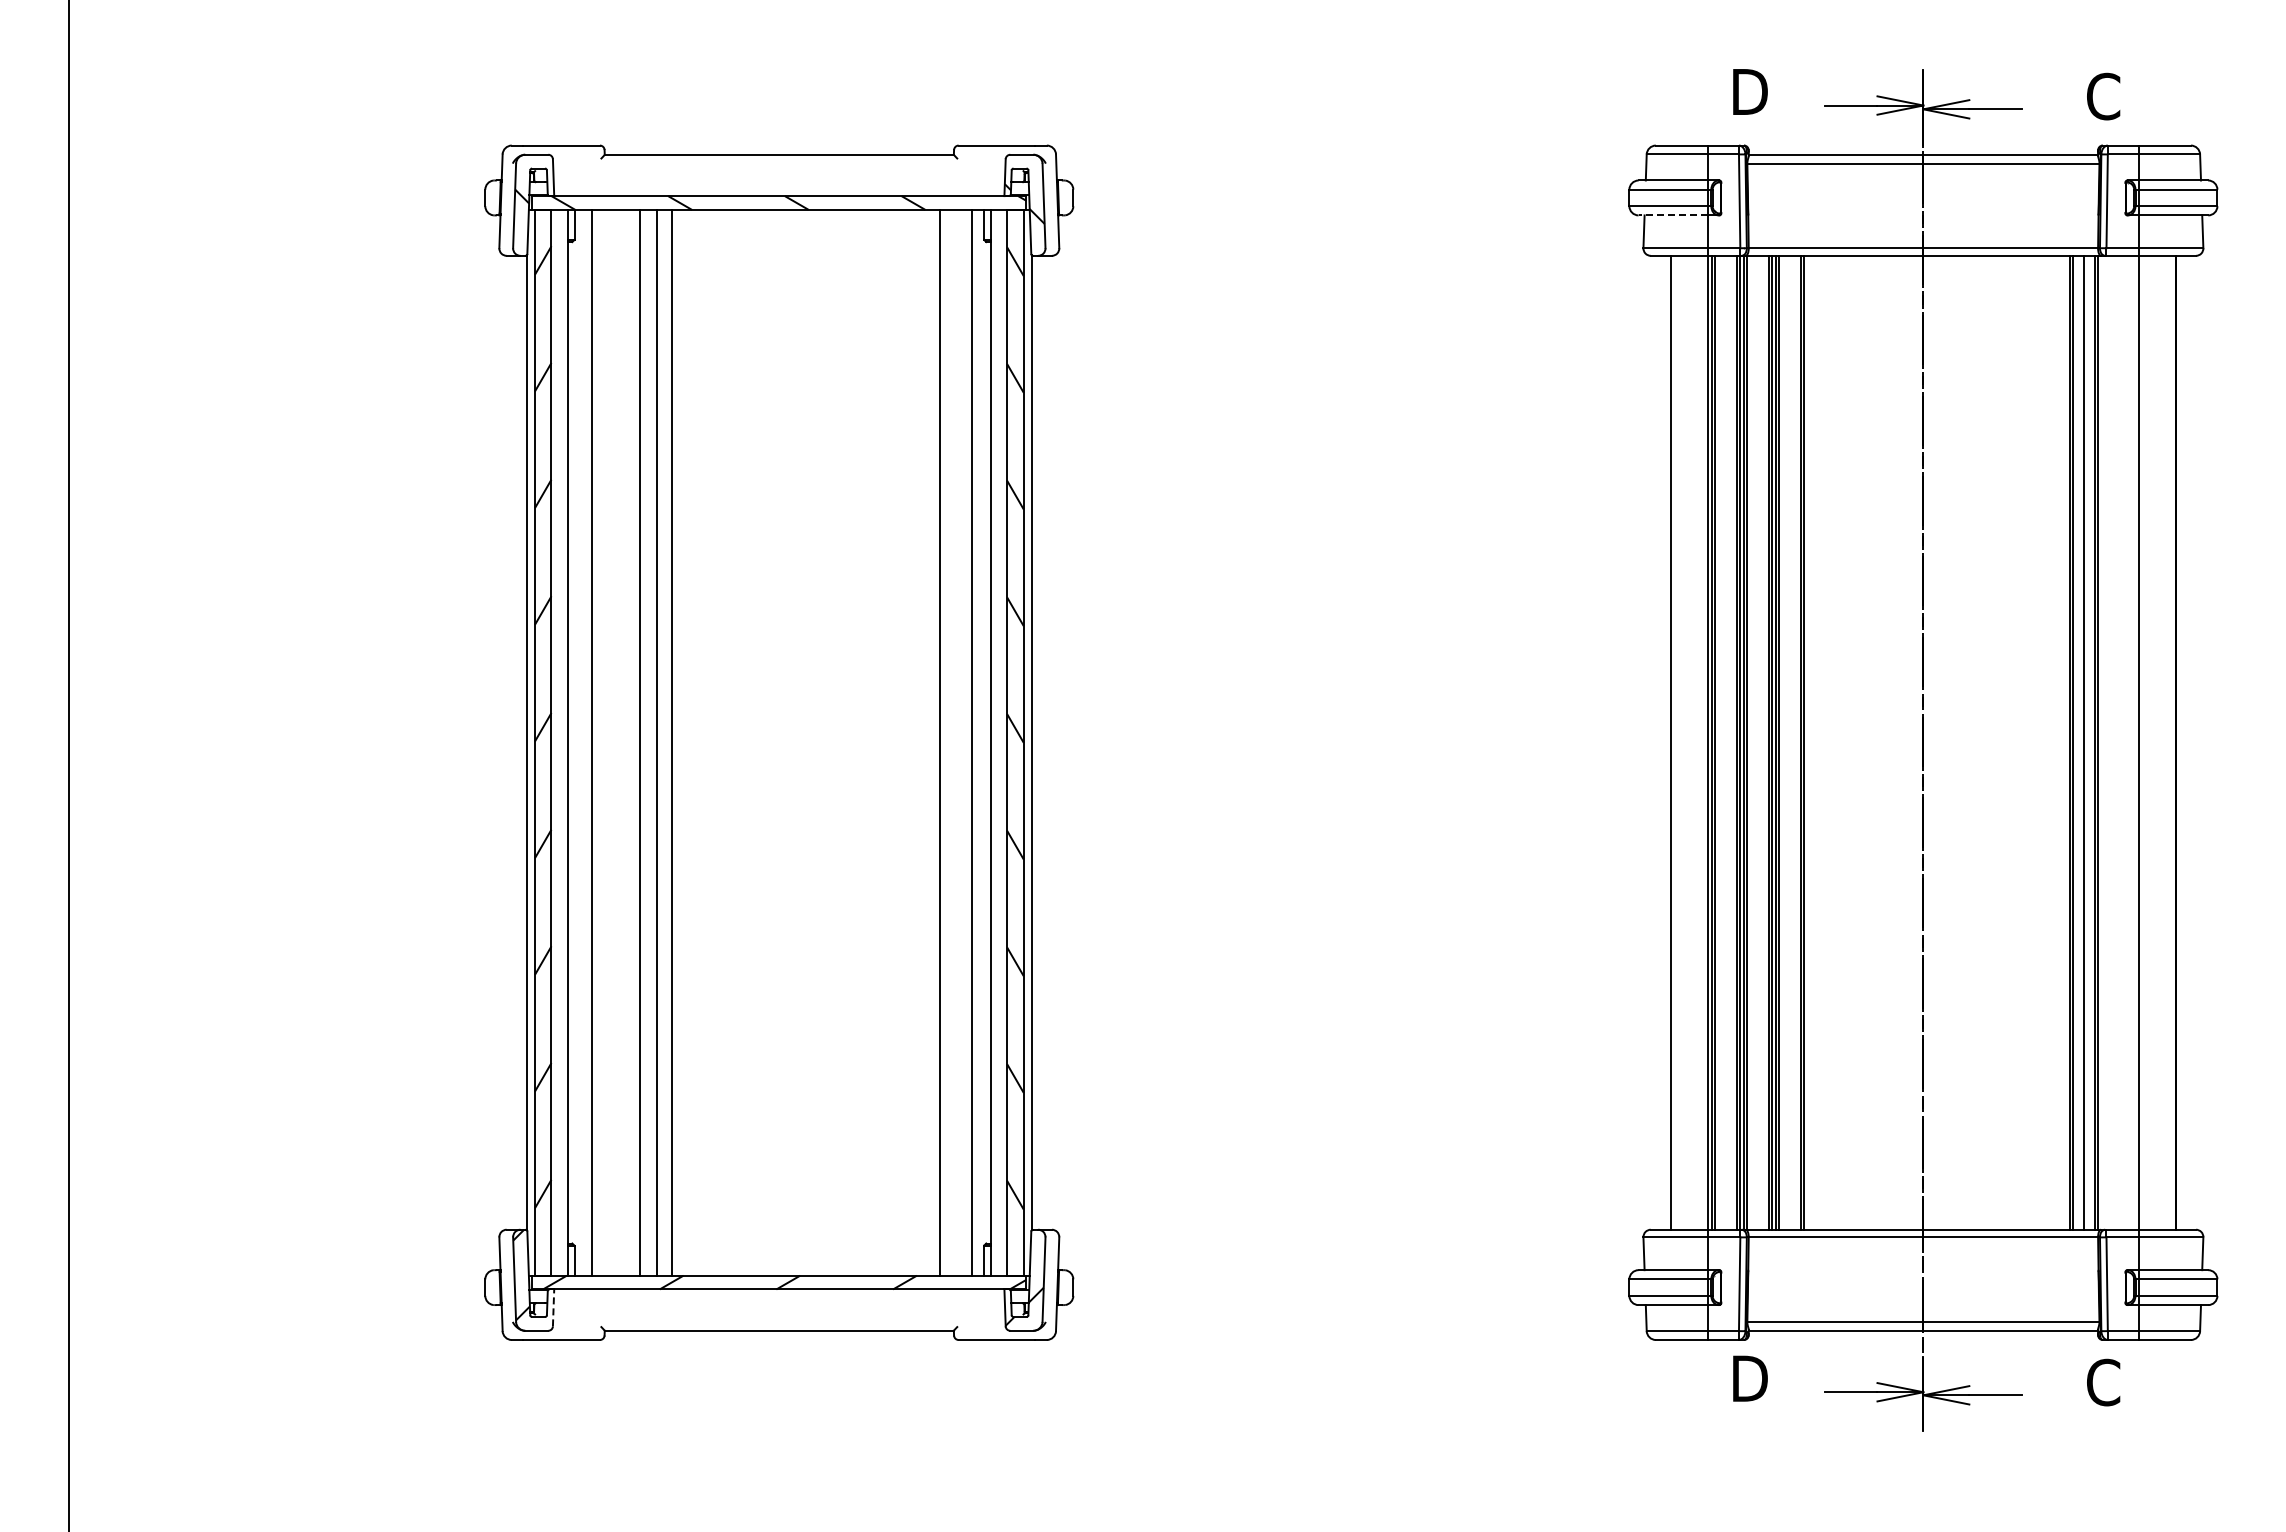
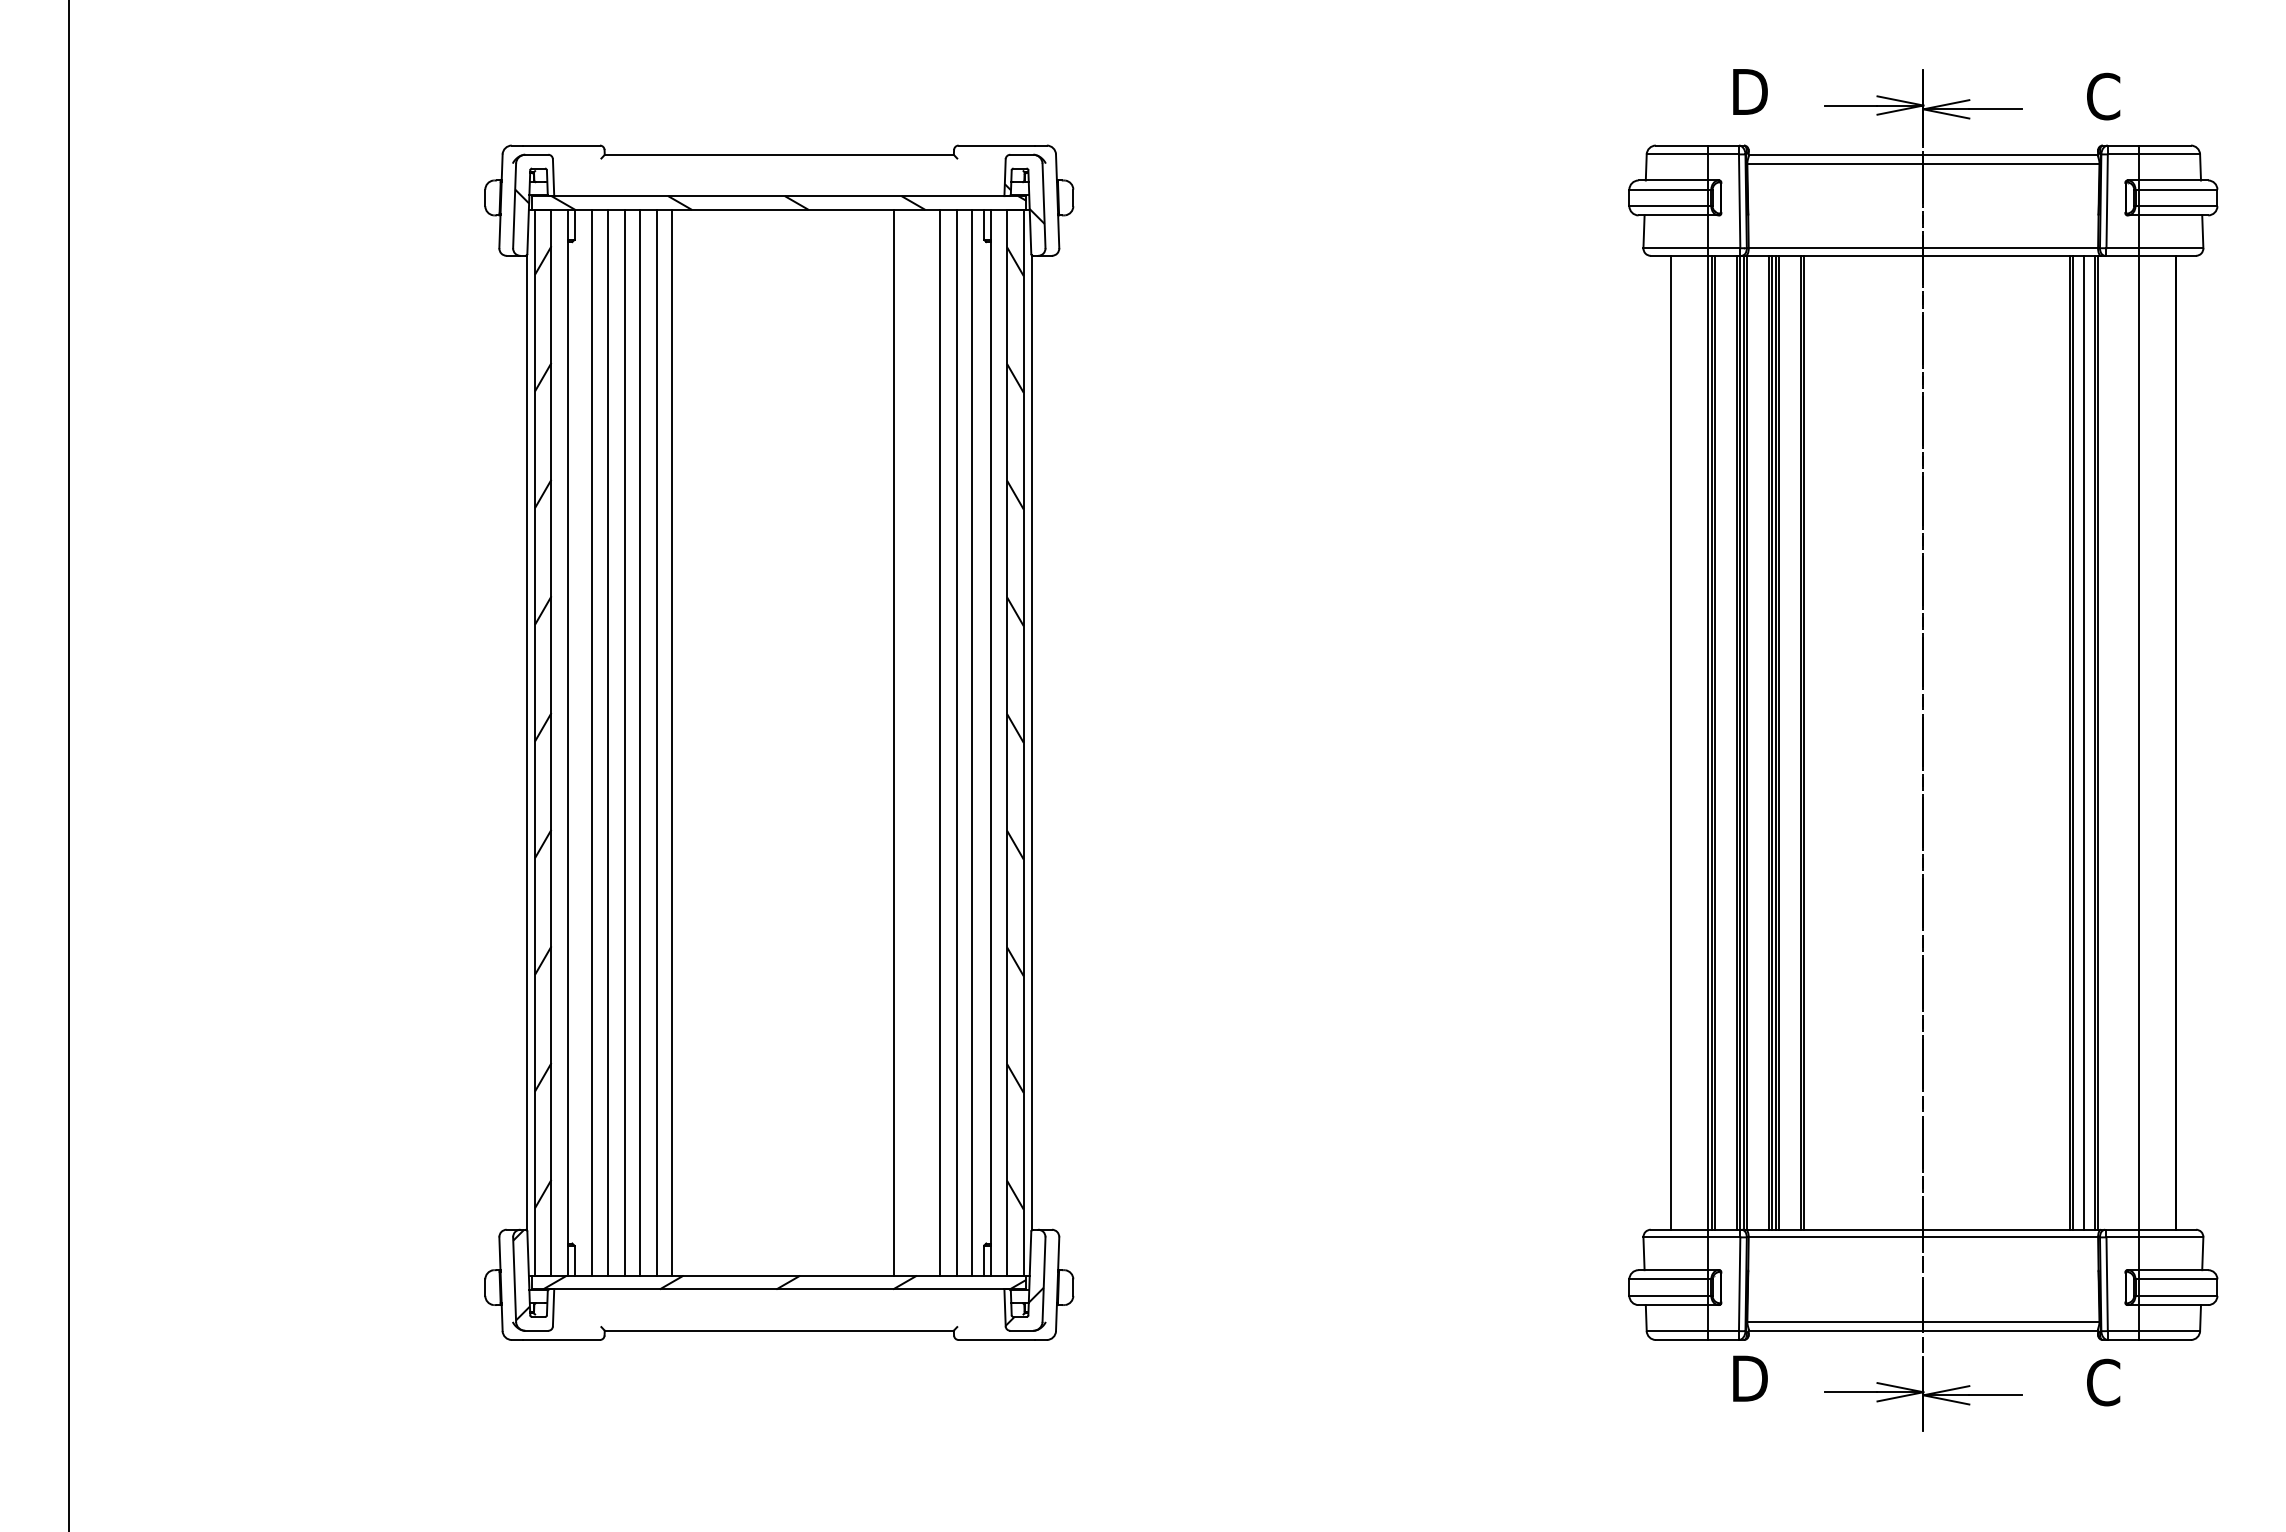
line at (1672, 215): dashed -> solid
line at (607, 742): none -> present
line at (624, 742): none -> present
line at (894, 742): none -> present
line at (956, 742): none -> present
line at (553, 1307): dashed -> solid
